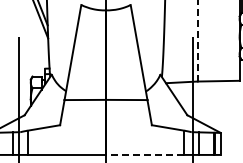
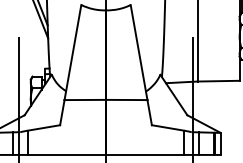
line at (197, 40): dashed -> solid
line at (144, 154): dashed -> solid
